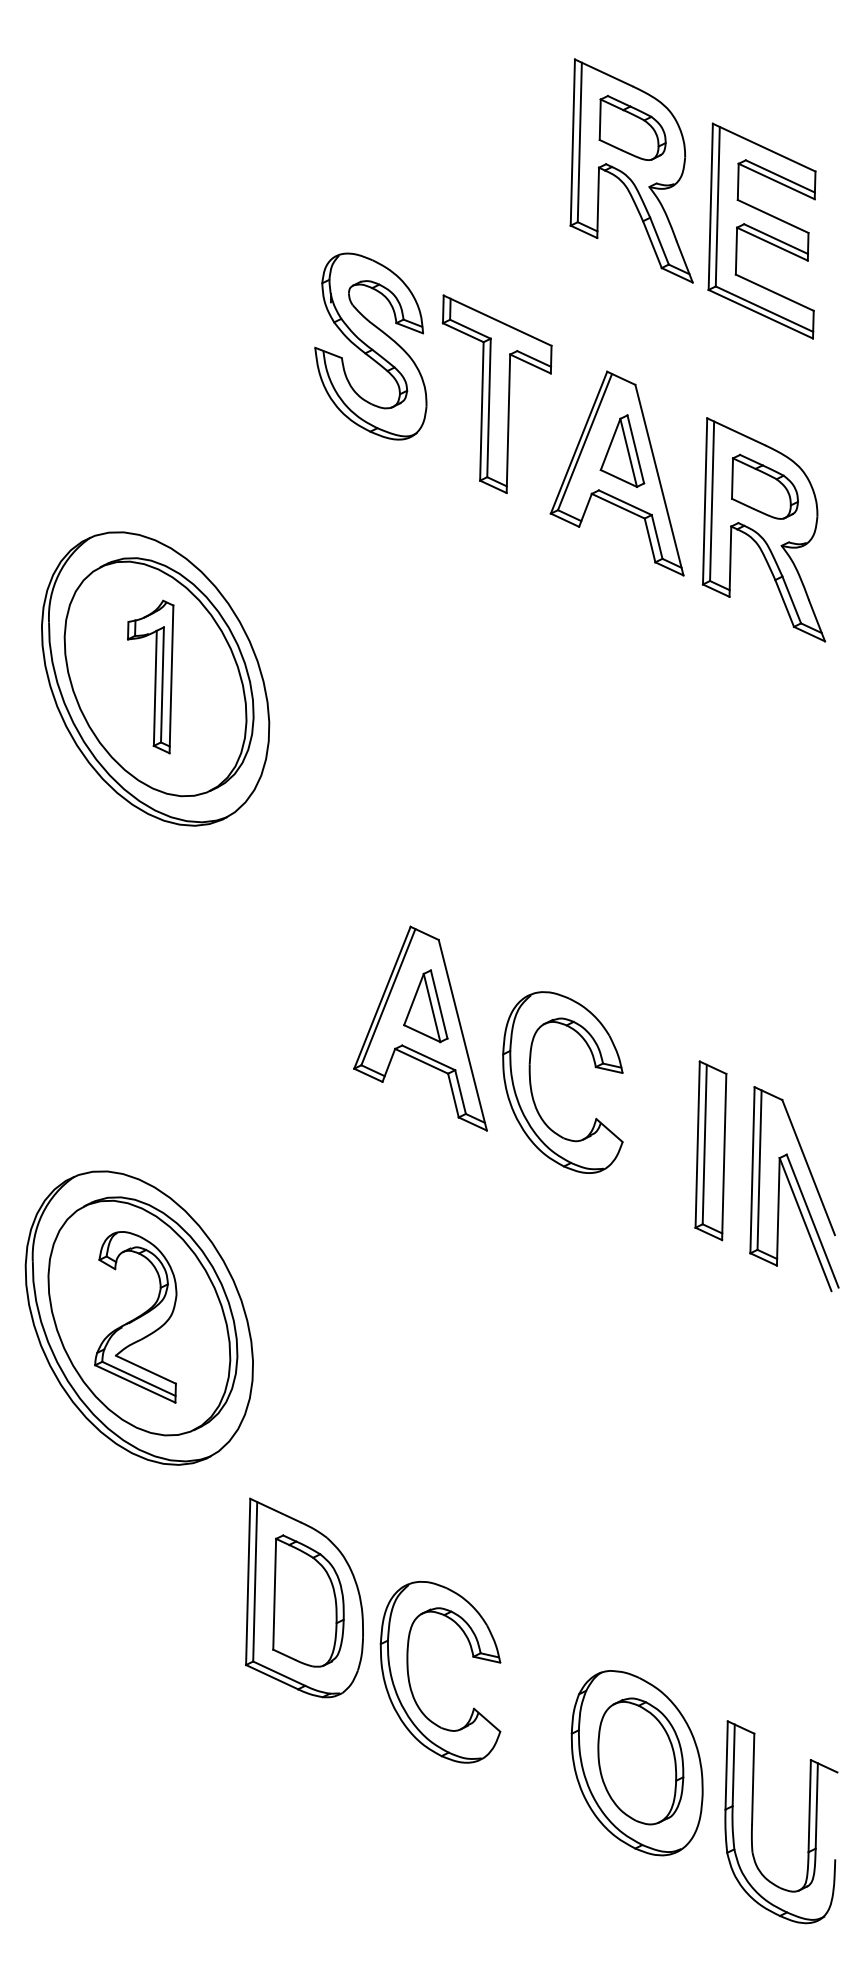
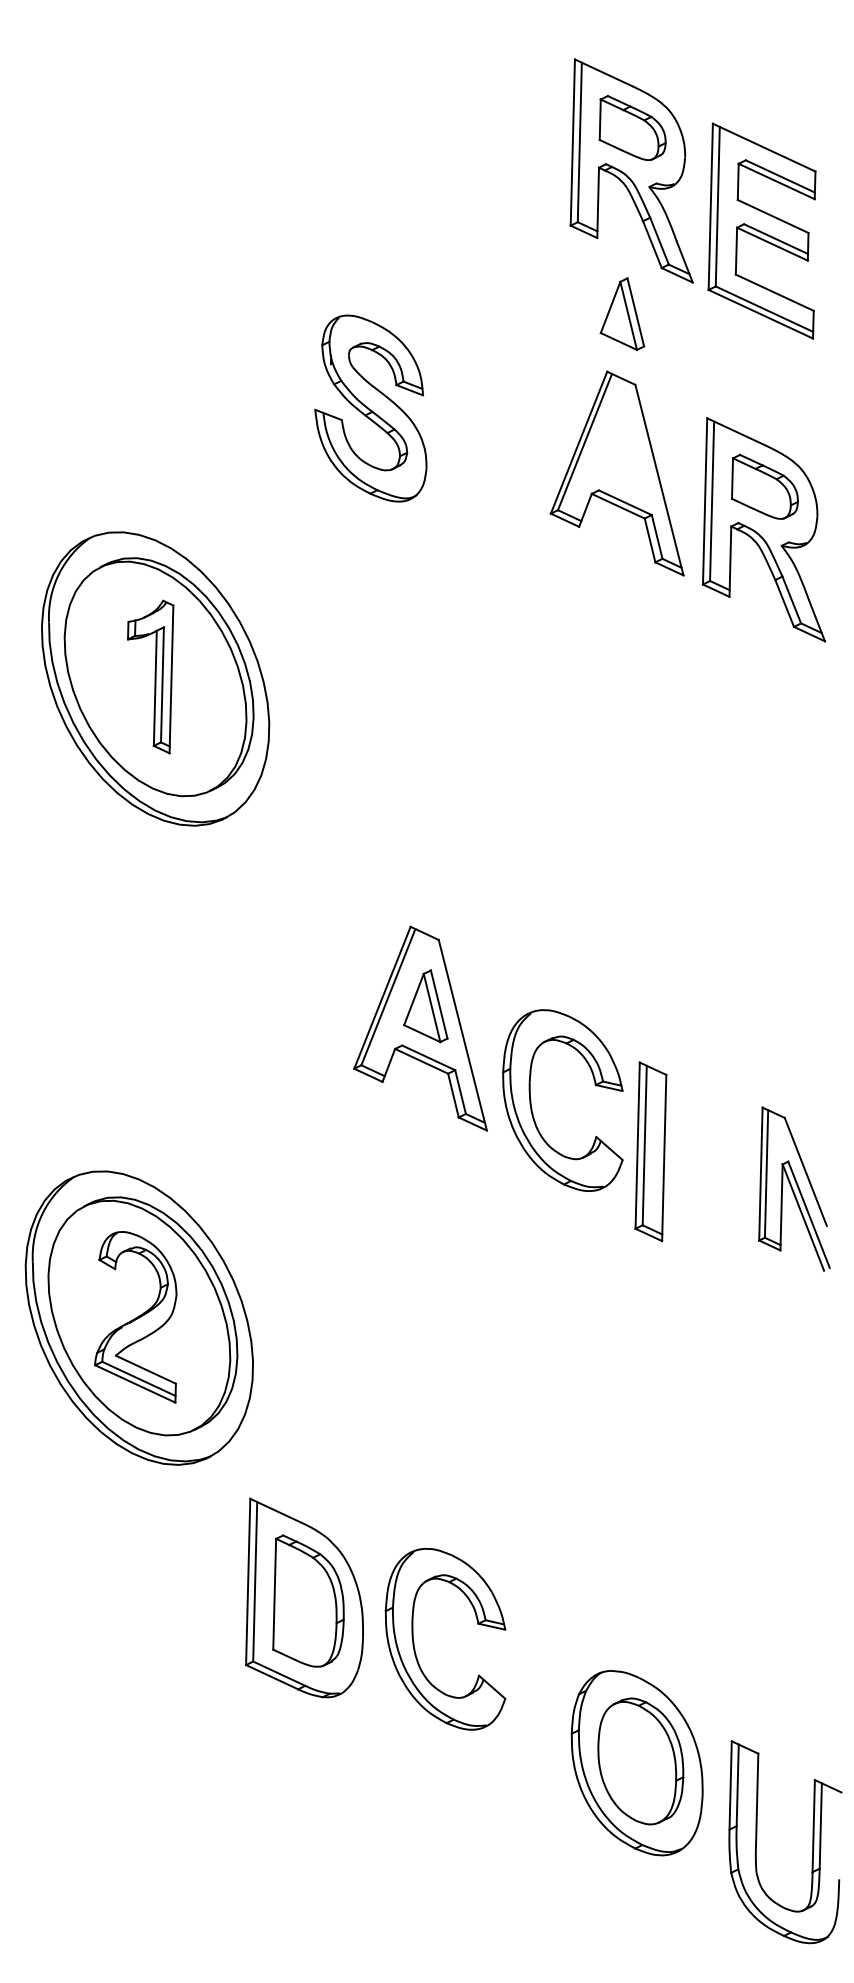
part at (370, 346) position: (370, 346) -> (370, 408)
part at (496, 393): present -> none
part at (622, 450) position: (622, 450) -> (622, 313)
part at (531, 1082) position: (531, 1082) -> (531, 1100)
part at (710, 1150) position: (710, 1150) -> (650, 1151)
part at (794, 1189) size: 91x207 px -> 73x166 px
part at (409, 1674) position: (409, 1674) -> (414, 1641)
part at (808, 1822) position: (808, 1822) -> (812, 1842)
